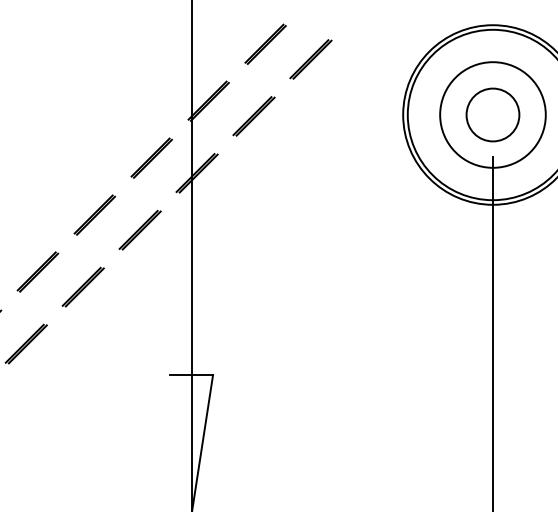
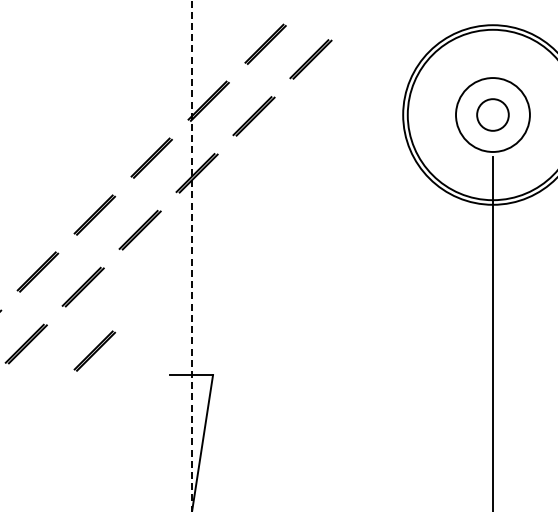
circle at (492, 114) diameter: 106 px -> 74 px
circle at (492, 114) diameter: 53 px -> 32 px
line at (191, 256): solid -> dashed
line at (94, 350): none -> present
